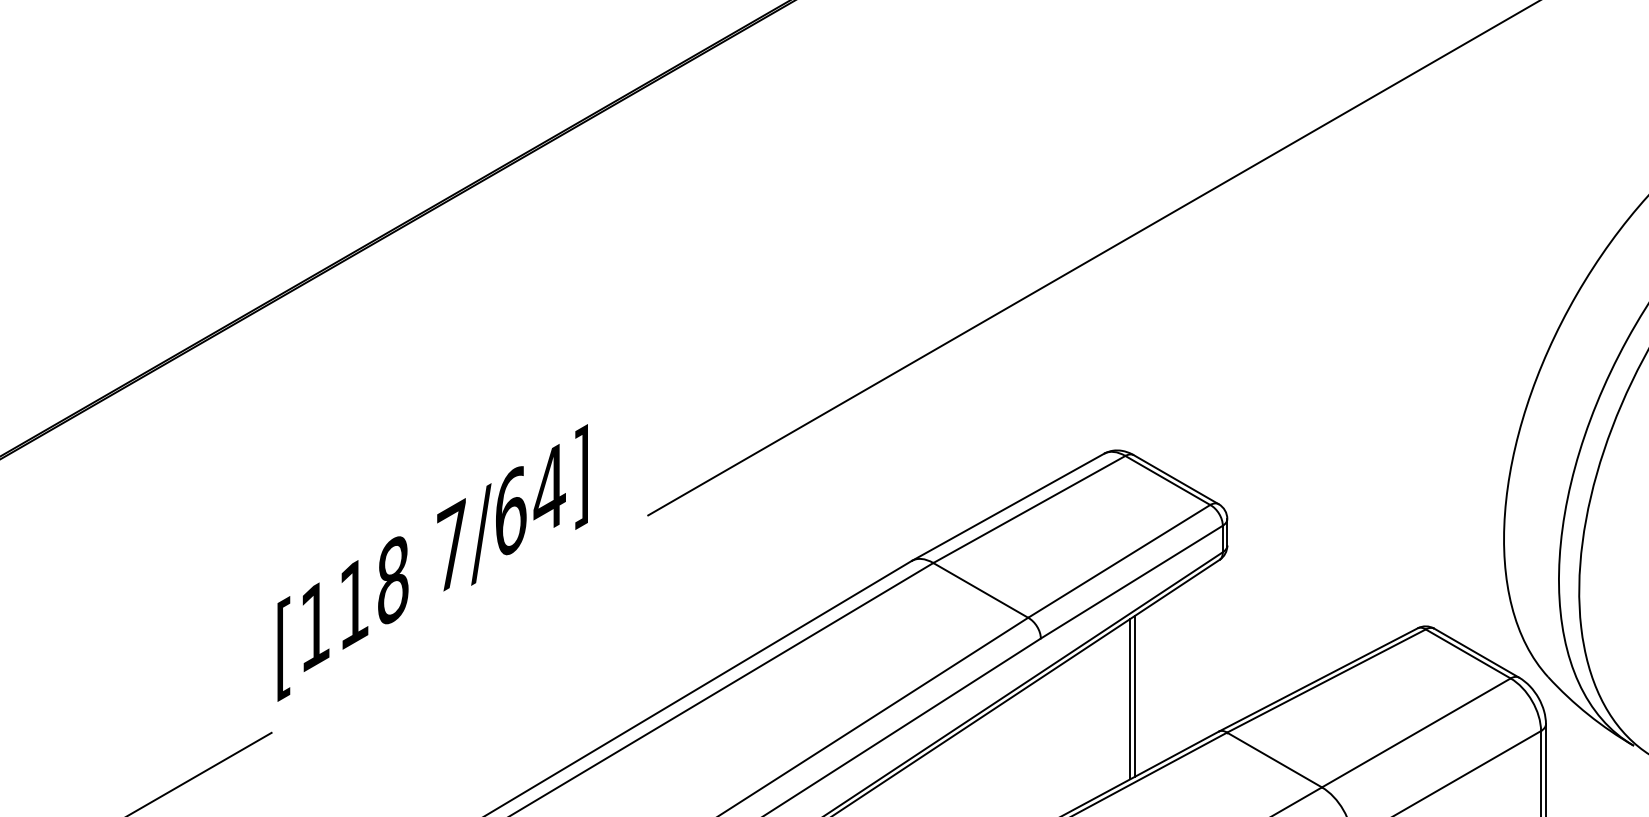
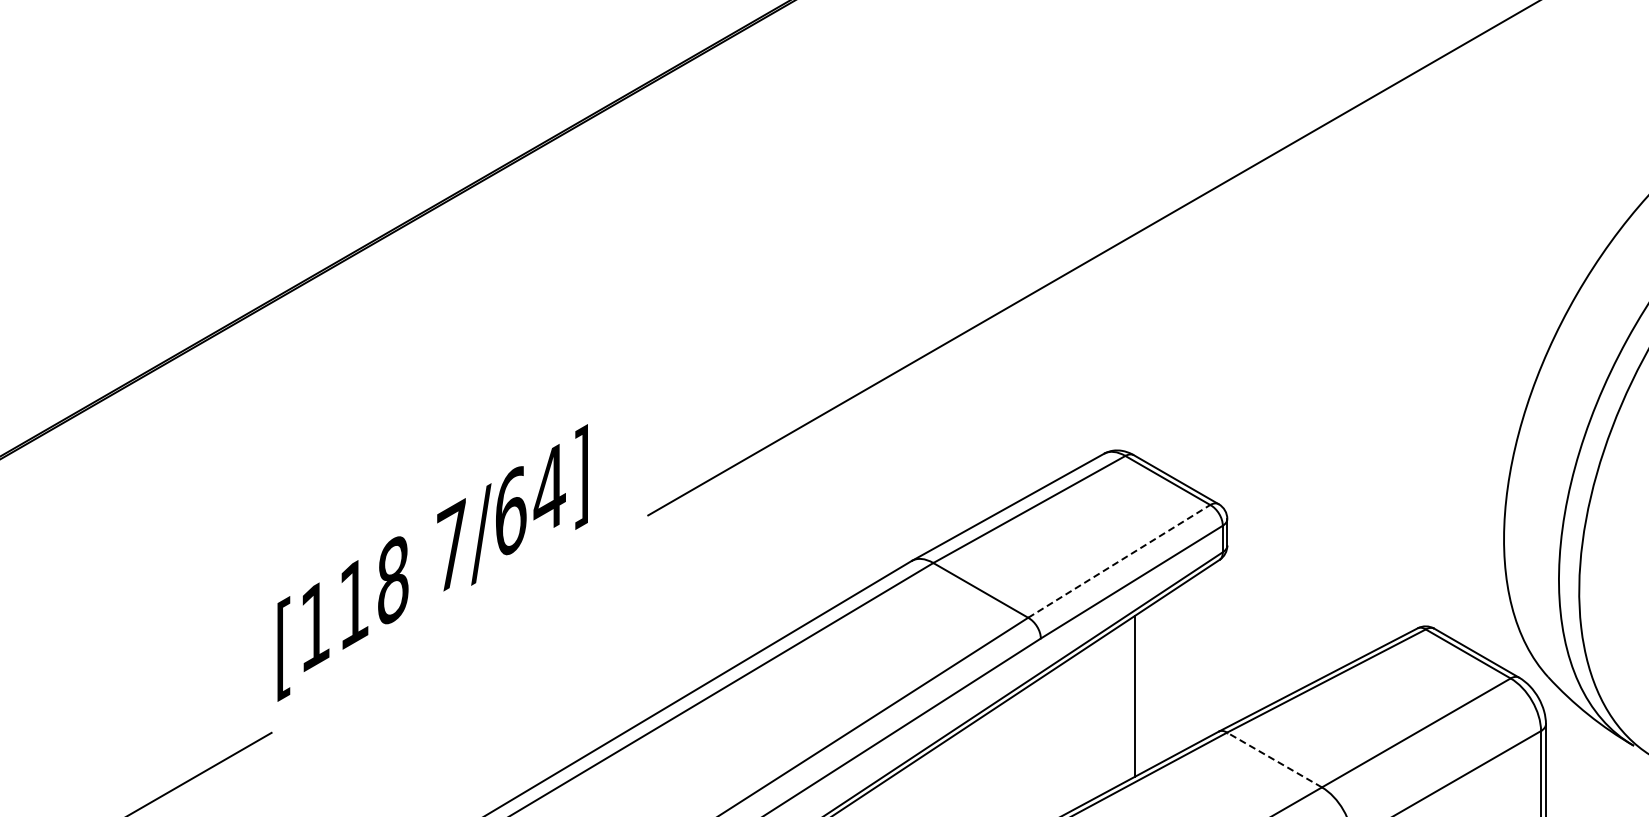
line at (1119, 561): solid -> dashed
line at (1130, 699): present -> none
line at (1274, 760): solid -> dashed
